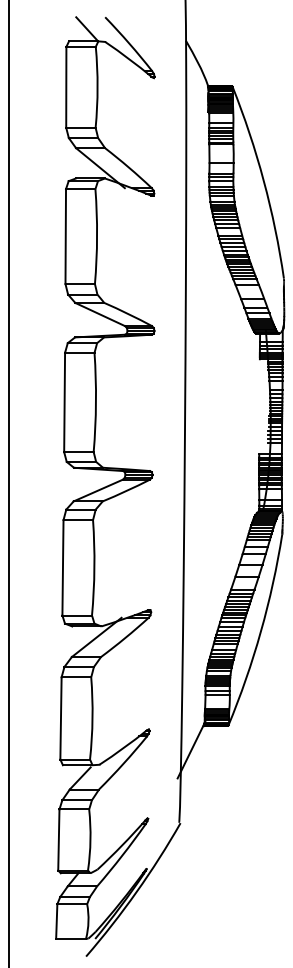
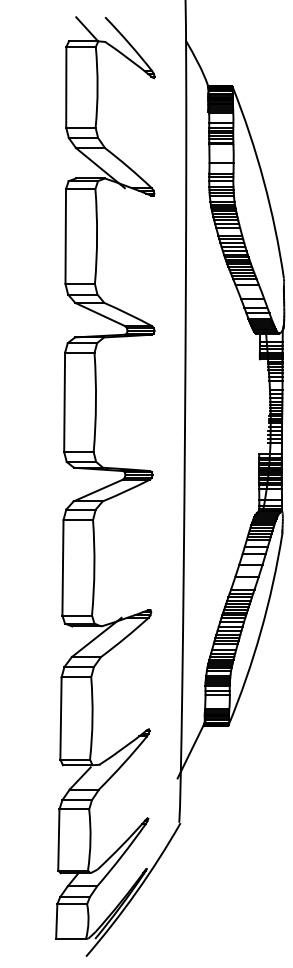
line at (8, 483): present -> none
